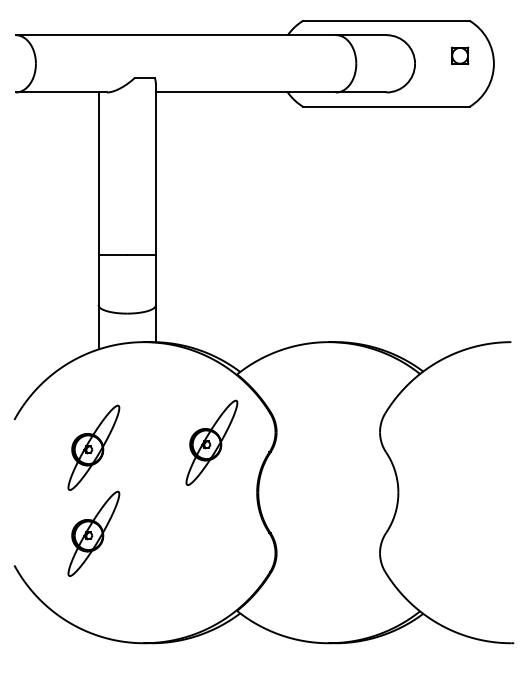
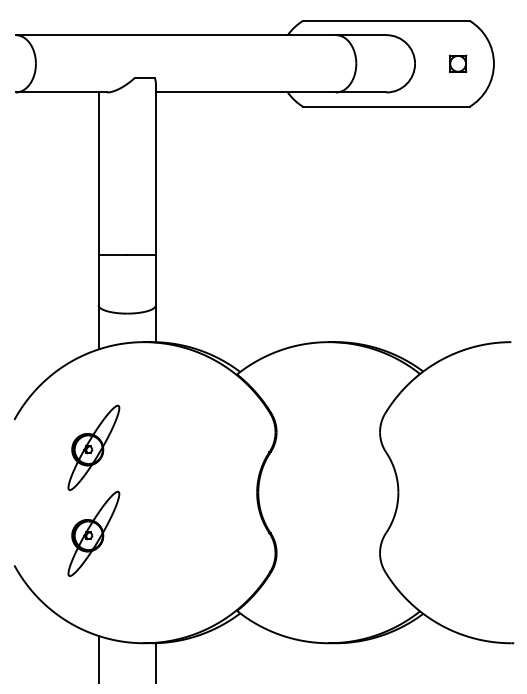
part at (460, 55) position: (460, 55) -> (458, 63)
part at (211, 442): present -> none
line at (98, 658): none -> present
line at (155, 662): none -> present
